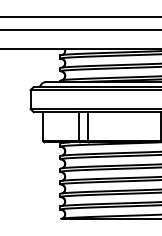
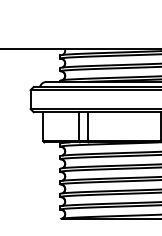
line at (80, 17): present -> none
line at (80, 29): present -> none
